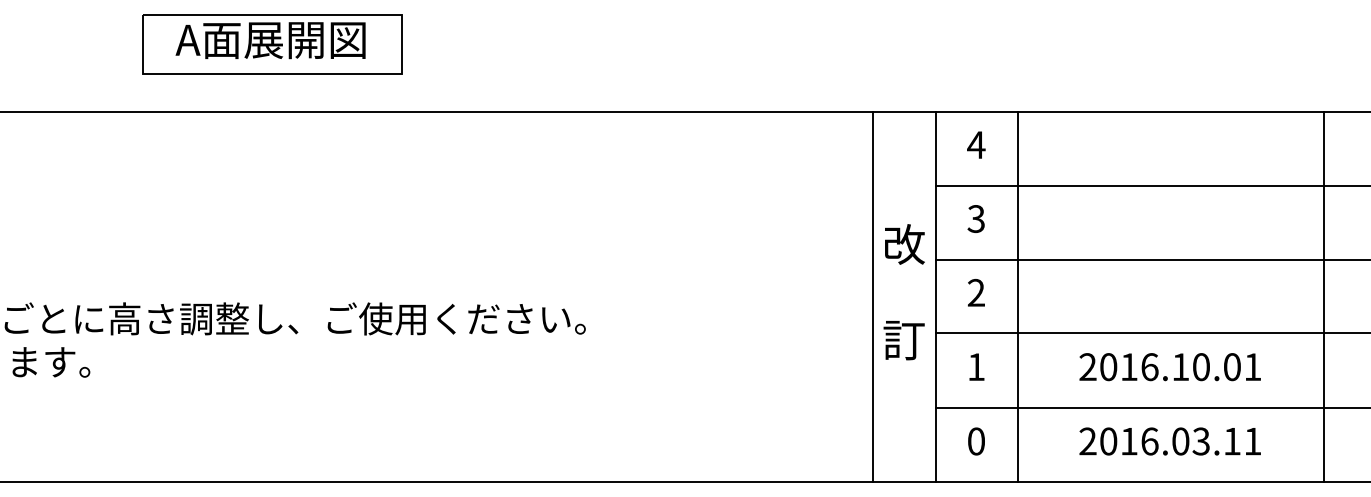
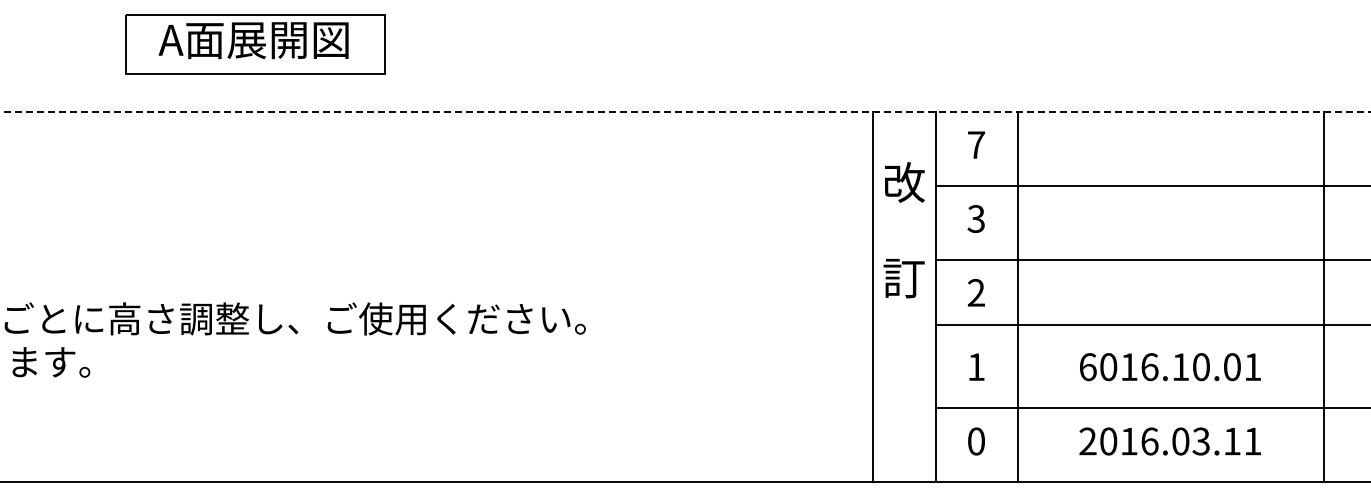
part at (272, 44) position: (272, 44) -> (255, 44)
line at (685, 111): solid -> dashed
text at (976, 144): 4 -> 7
text at (903, 292) position: (903, 292) -> (903, 230)
line at (1151, 333) position: (1151, 333) -> (1151, 325)
text at (1087, 367): 2016.10.01 -> 6016.10.01
